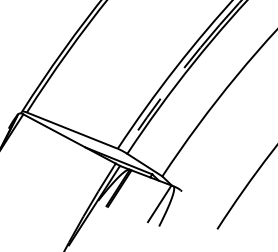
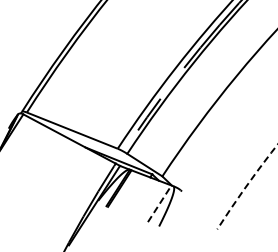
arc at (246, 186): solid -> dashed
line at (159, 203): solid -> dashed
